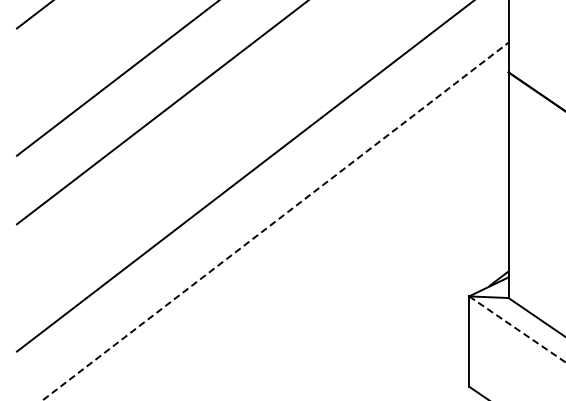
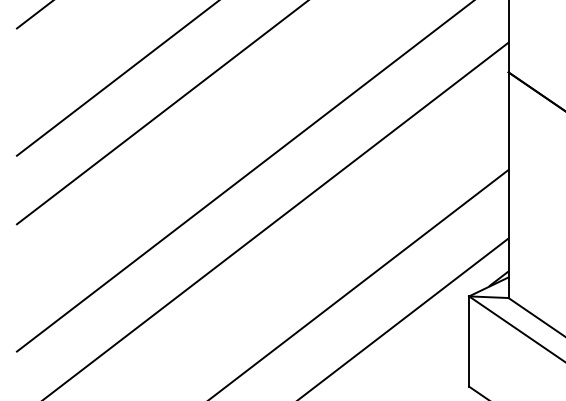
line at (275, 221): dashed -> solid
line at (360, 283): none -> present
line at (404, 317): none -> present
line at (517, 329): dashed -> solid
